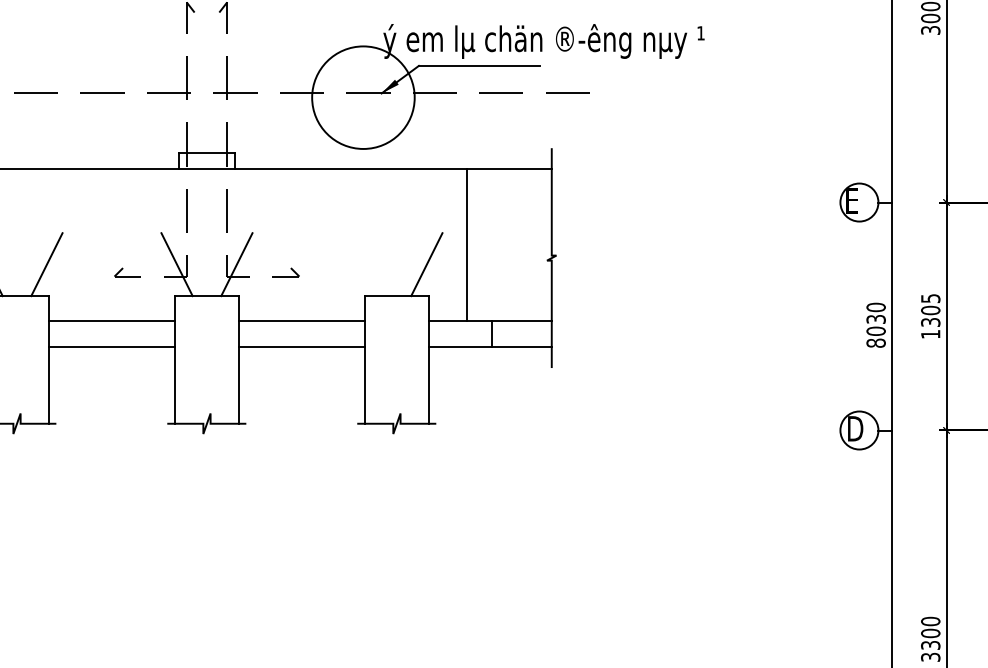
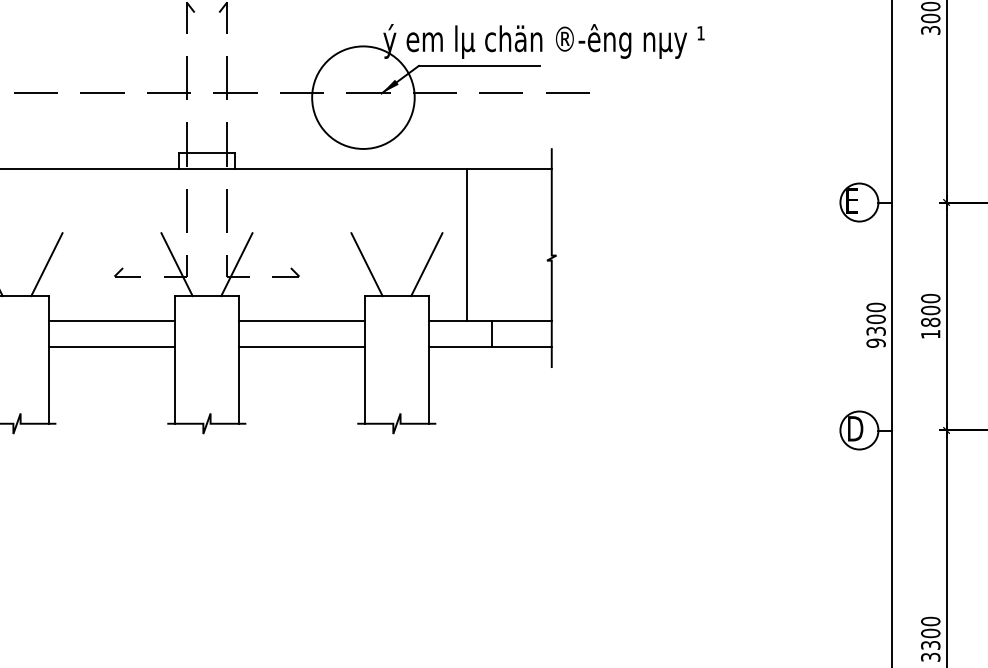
line at (366, 264): none -> present
text at (930, 310): 1305 -> 1800
text at (875, 330): 8030 -> 9300
